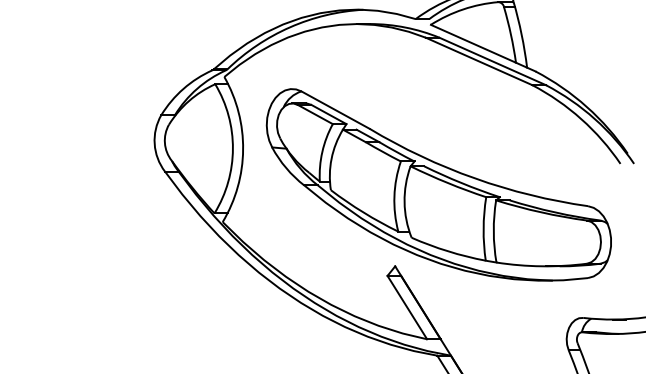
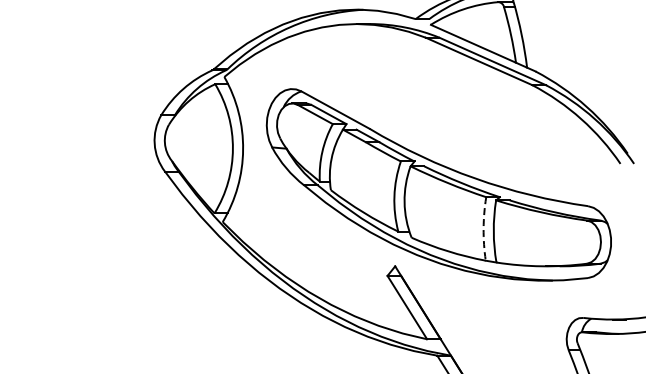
arc at (483, 228): solid -> dashed
